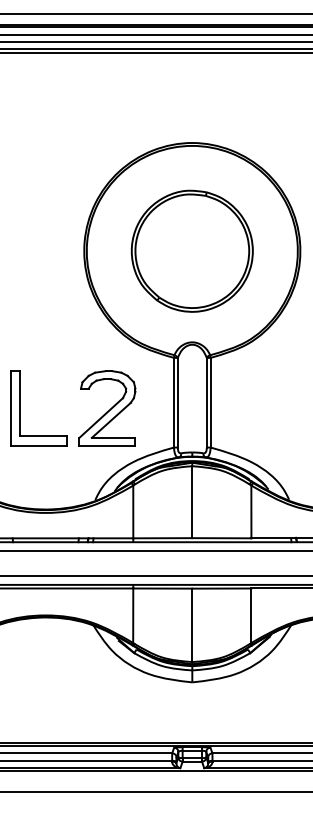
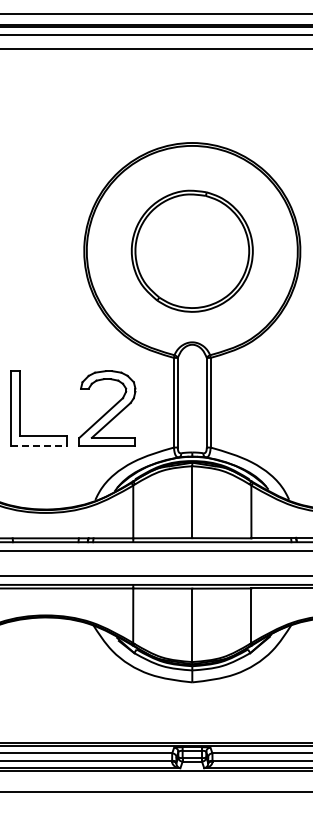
line at (155, 42): present -> none
line at (155, 52): present -> none
line at (38, 445): solid -> dashed
